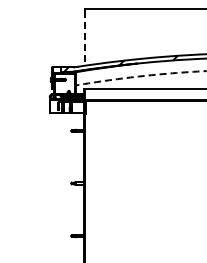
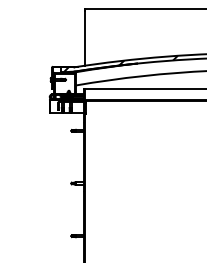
line at (84, 38): dashed -> solid
arc at (140, 76): dashed -> solid
